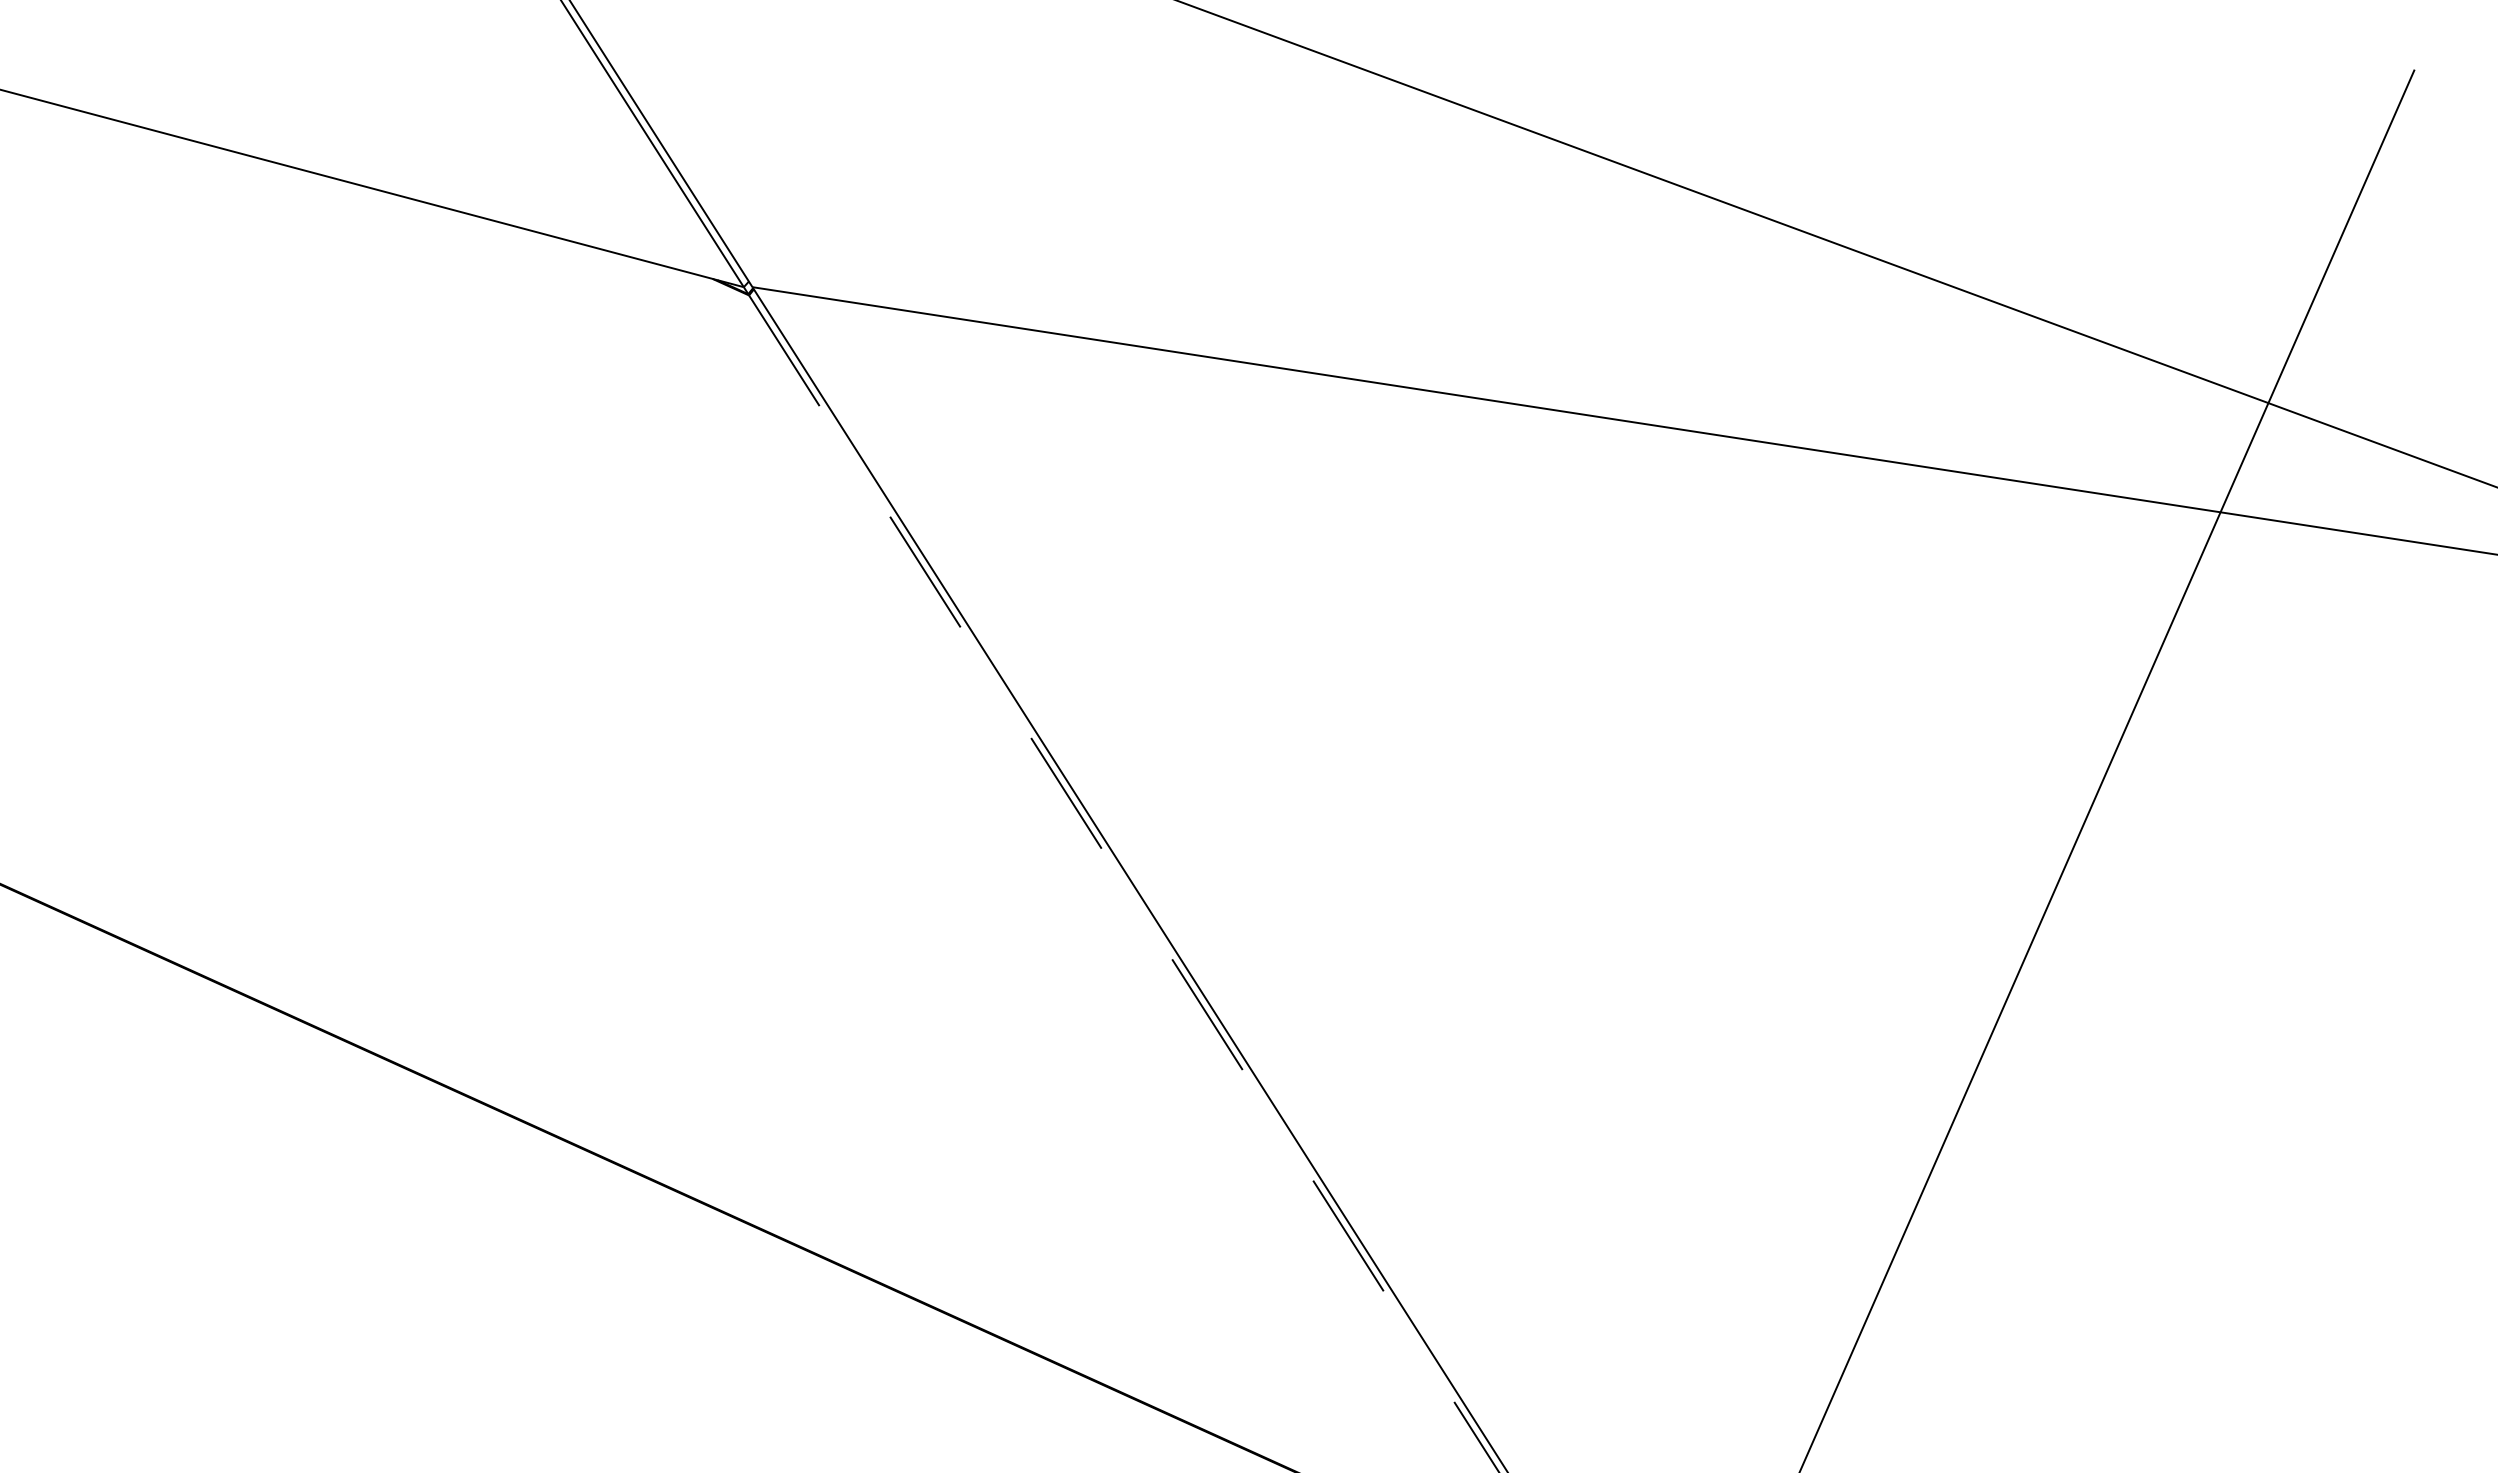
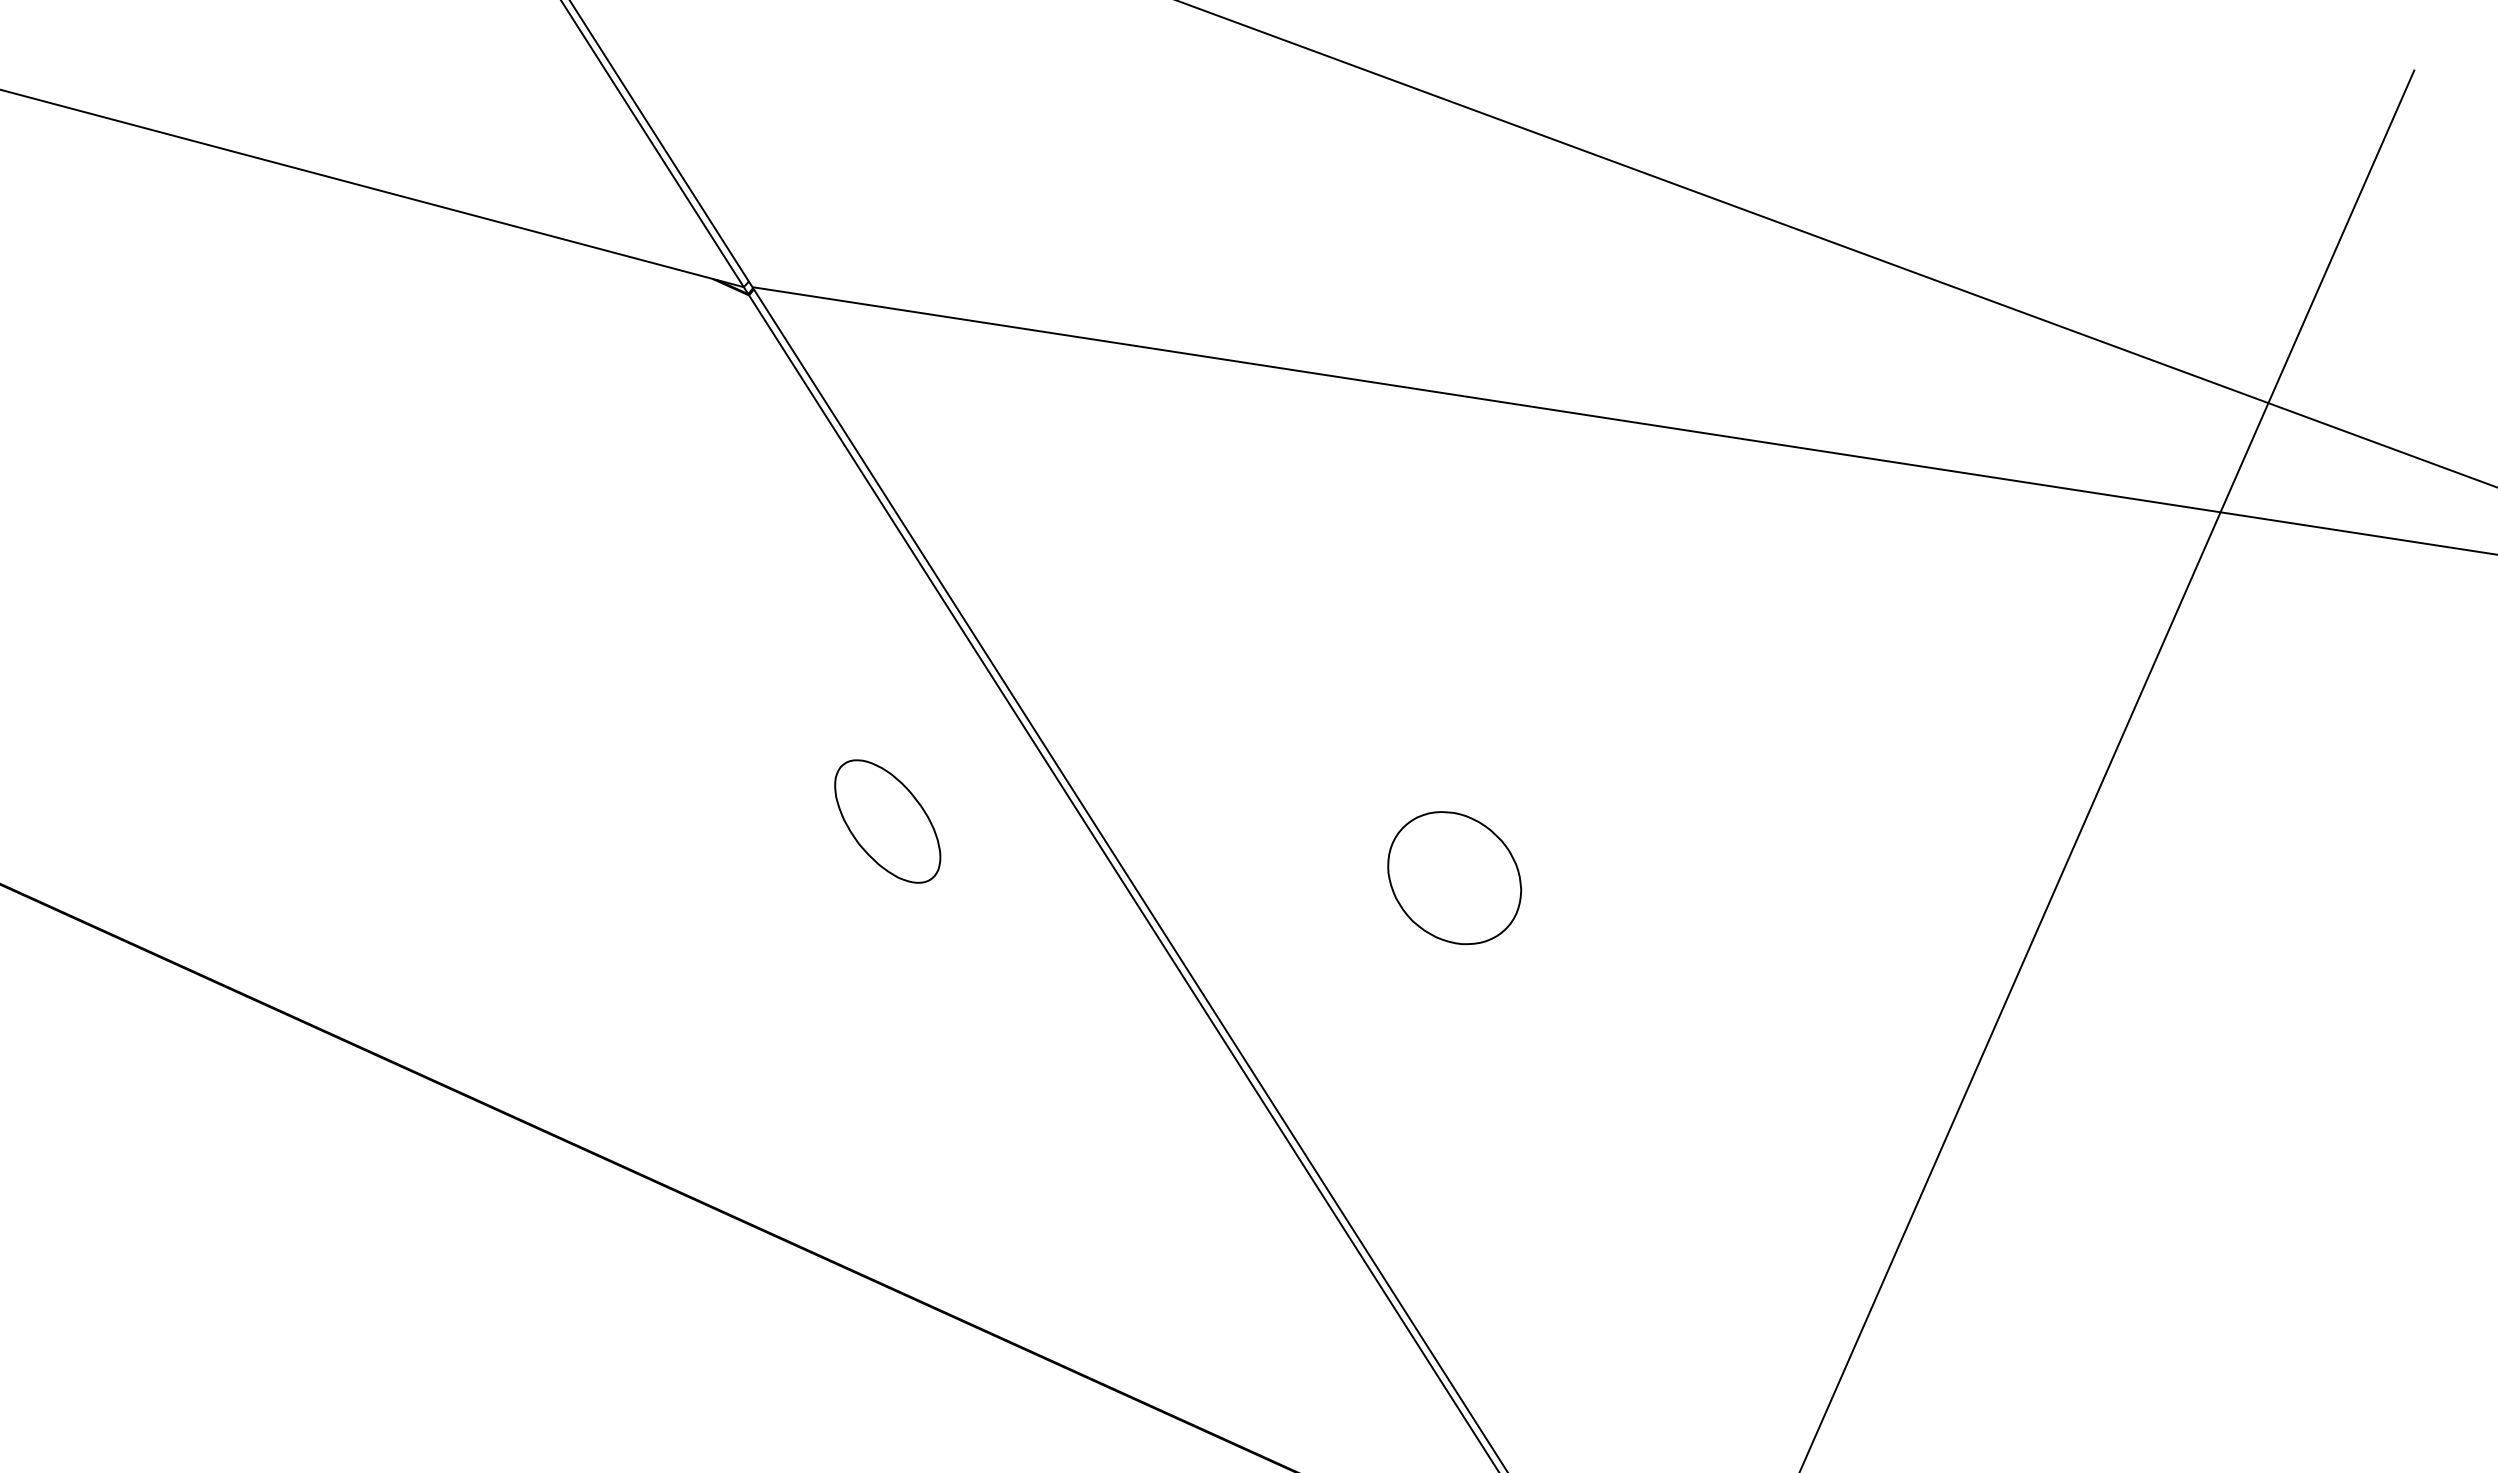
part at (887, 821): none -> present
part at (1454, 877): none -> present
line at (1124, 884): dashed -> solid
